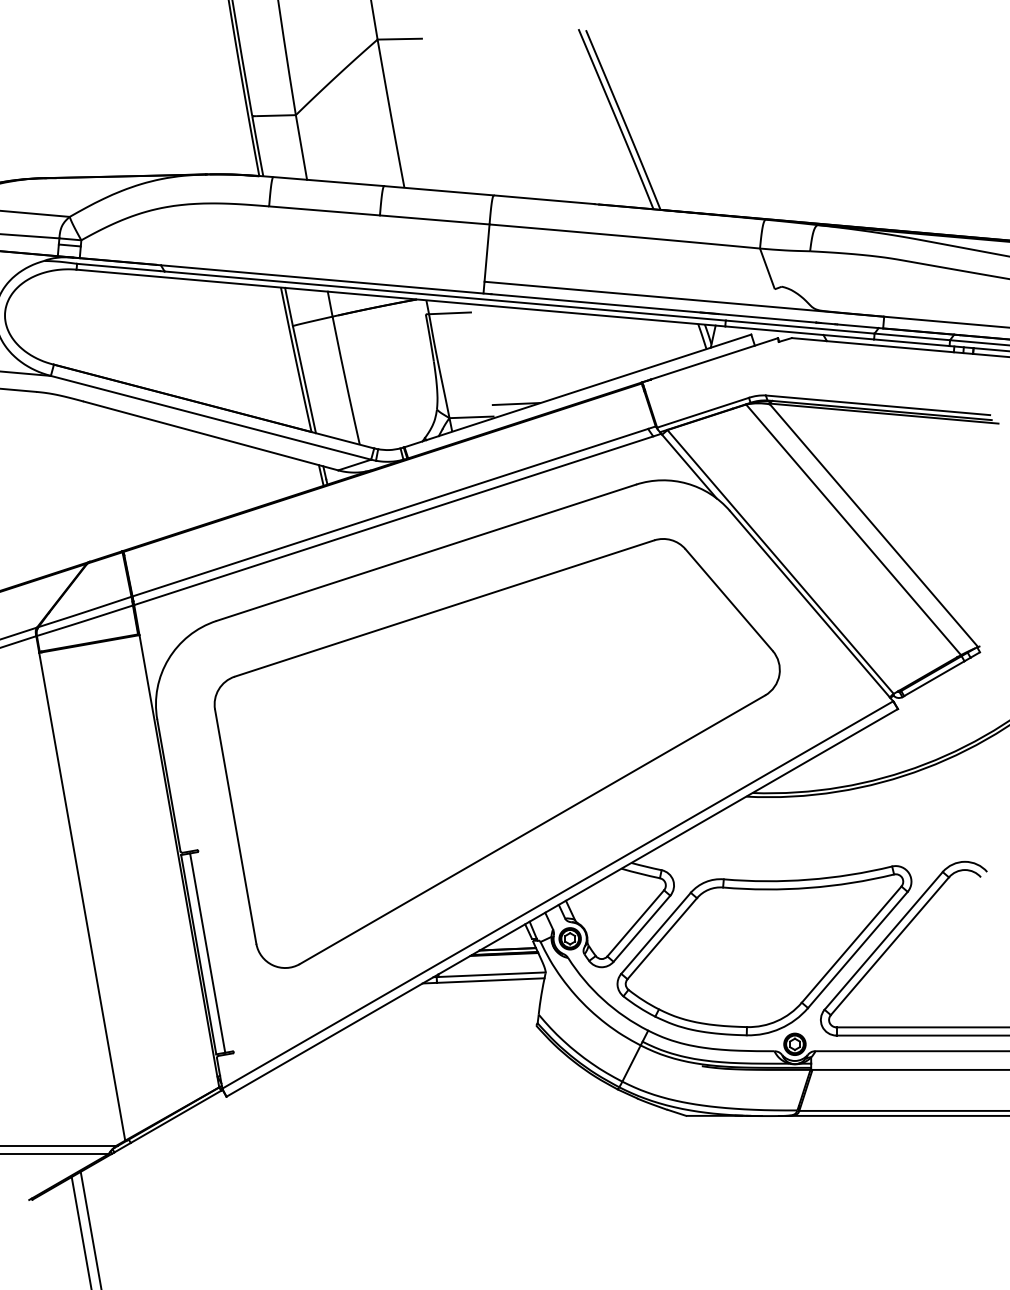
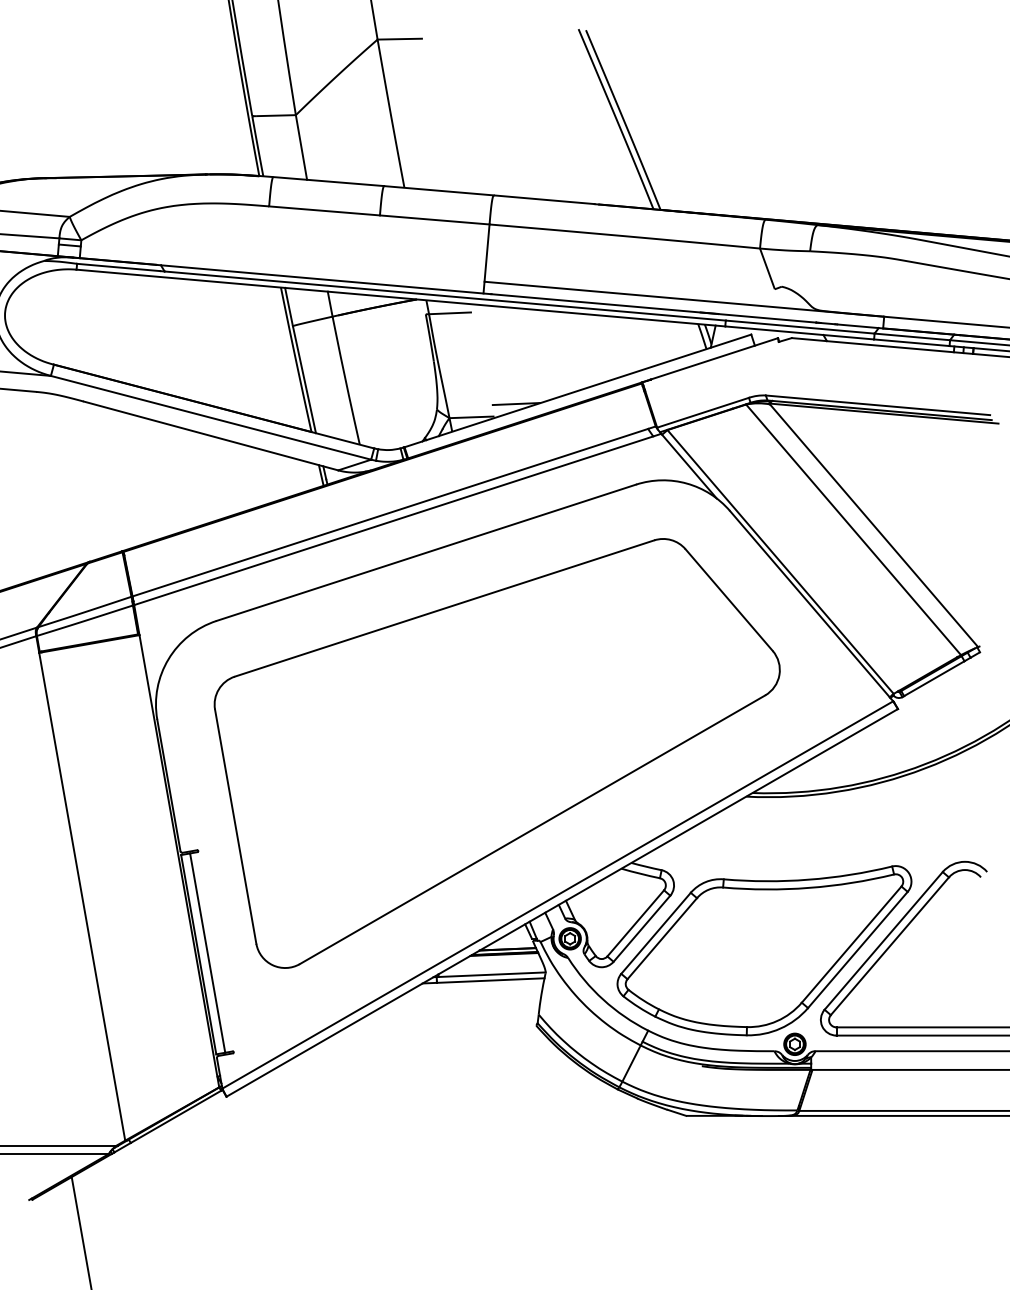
line at (90, 1228): present -> none
